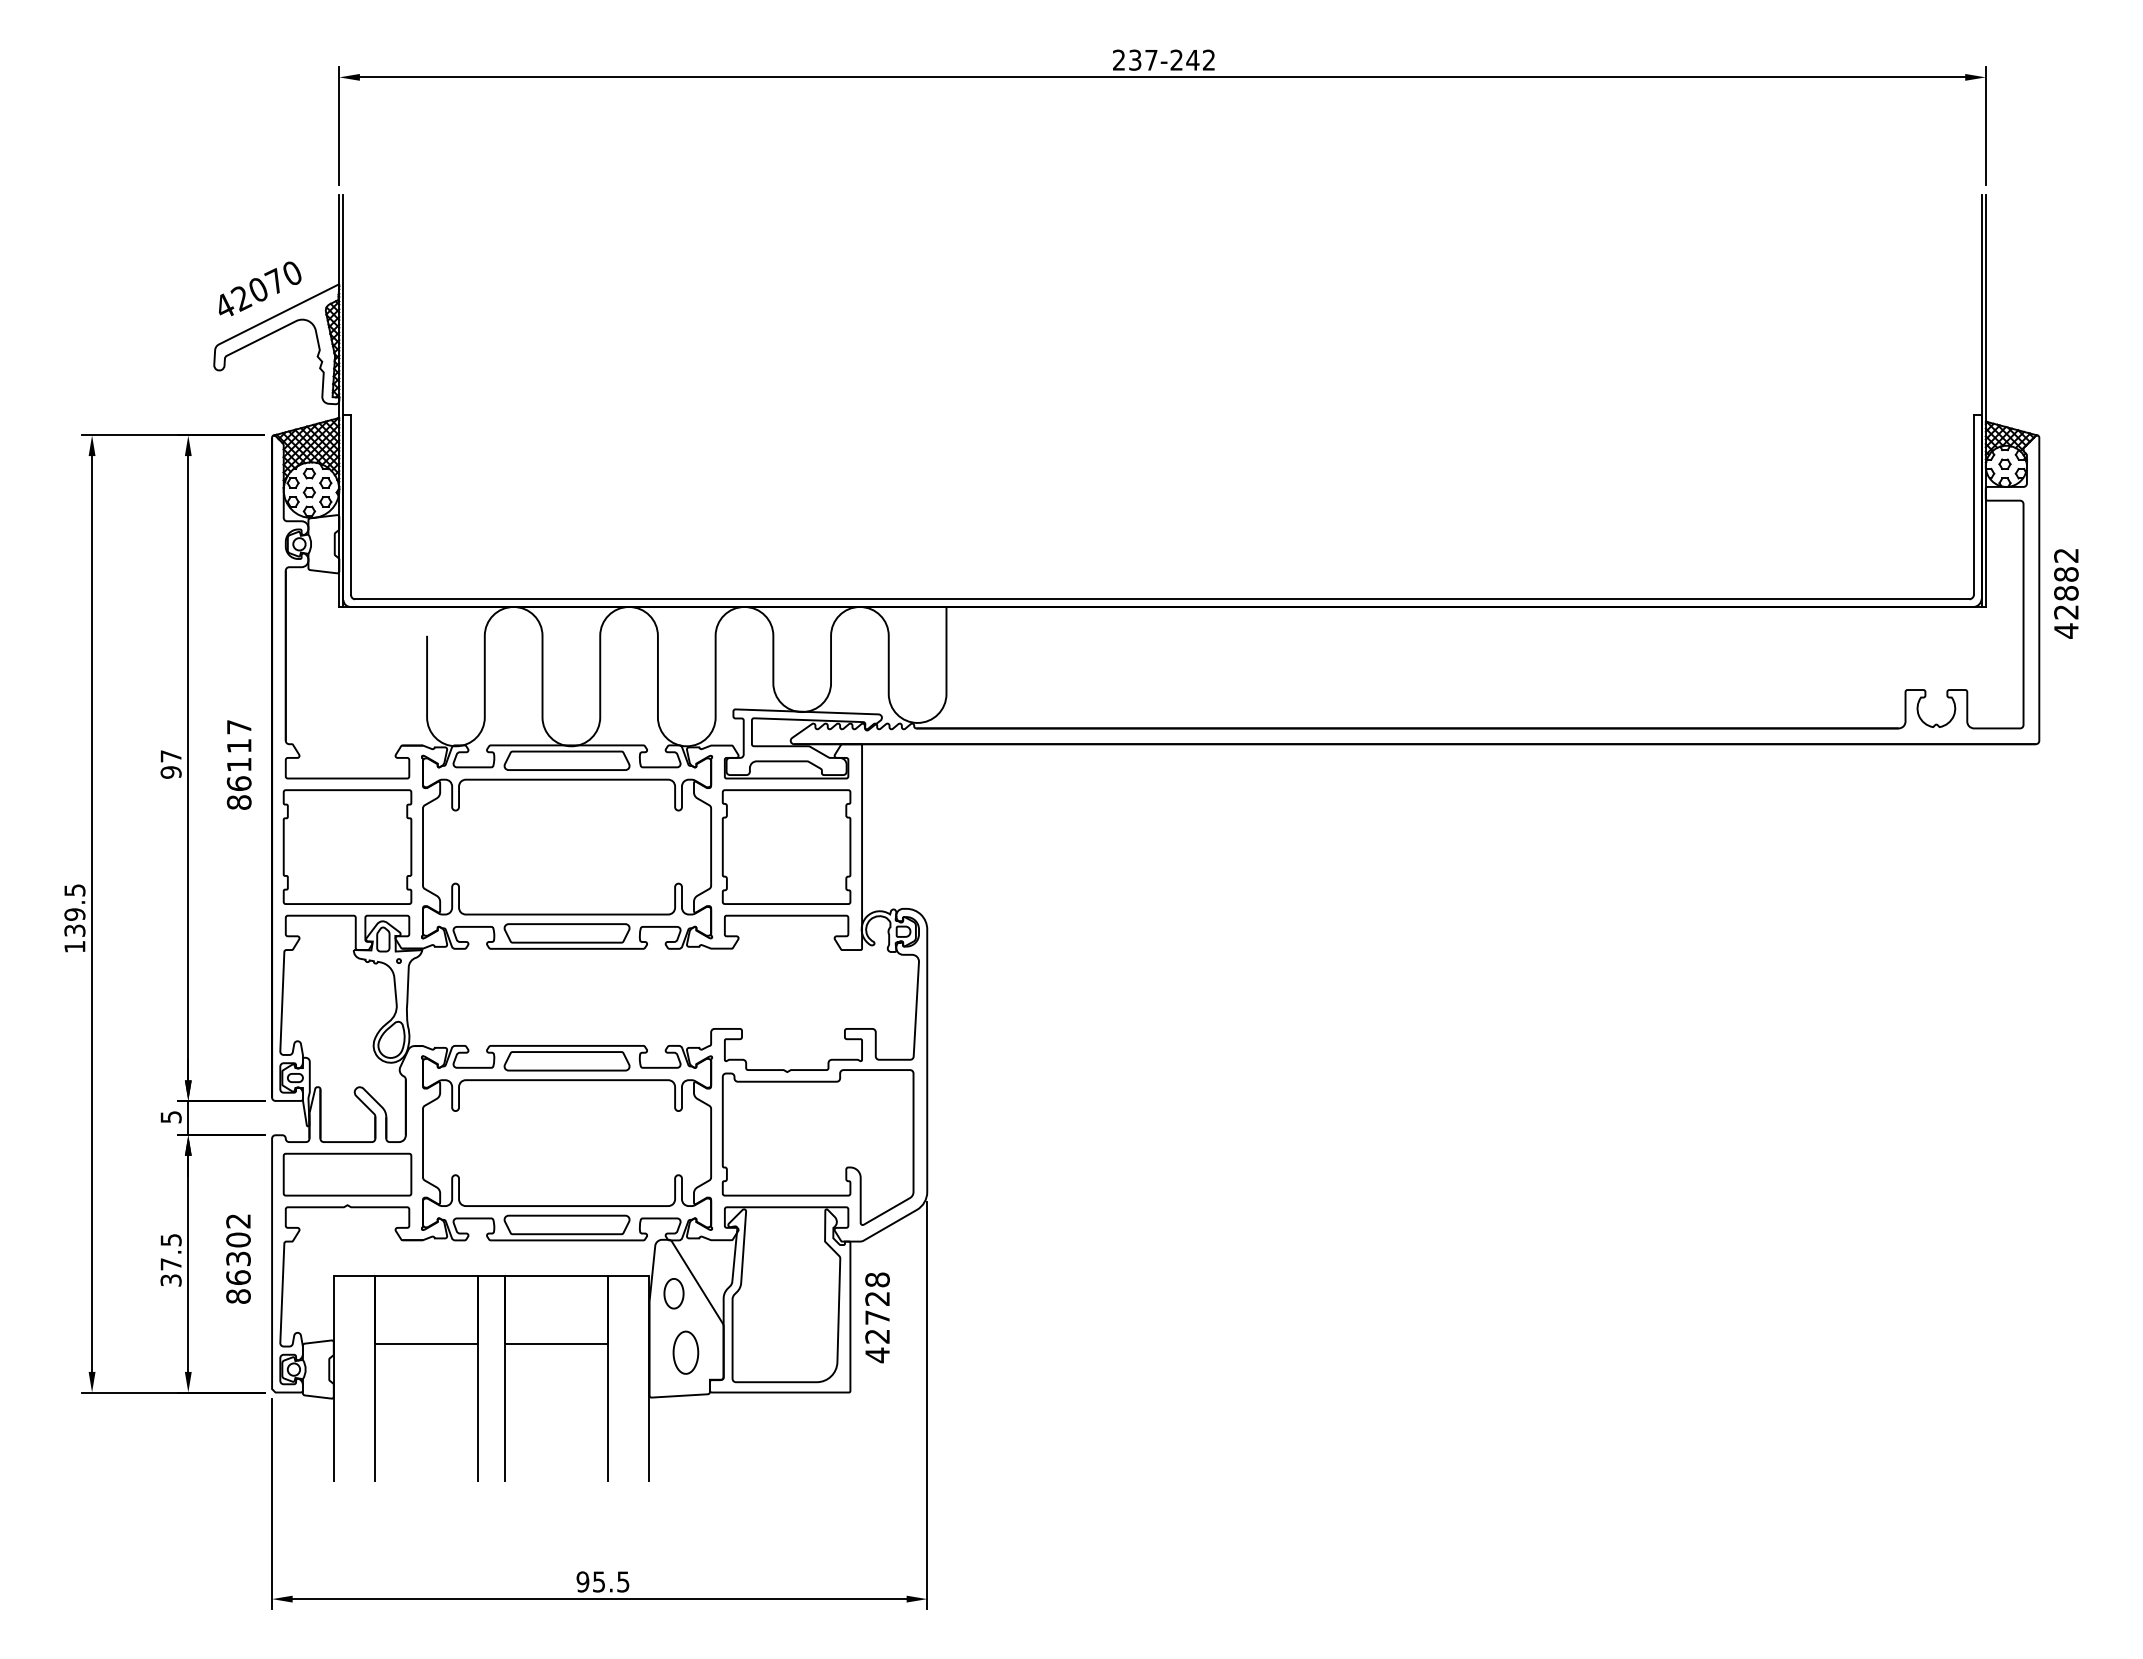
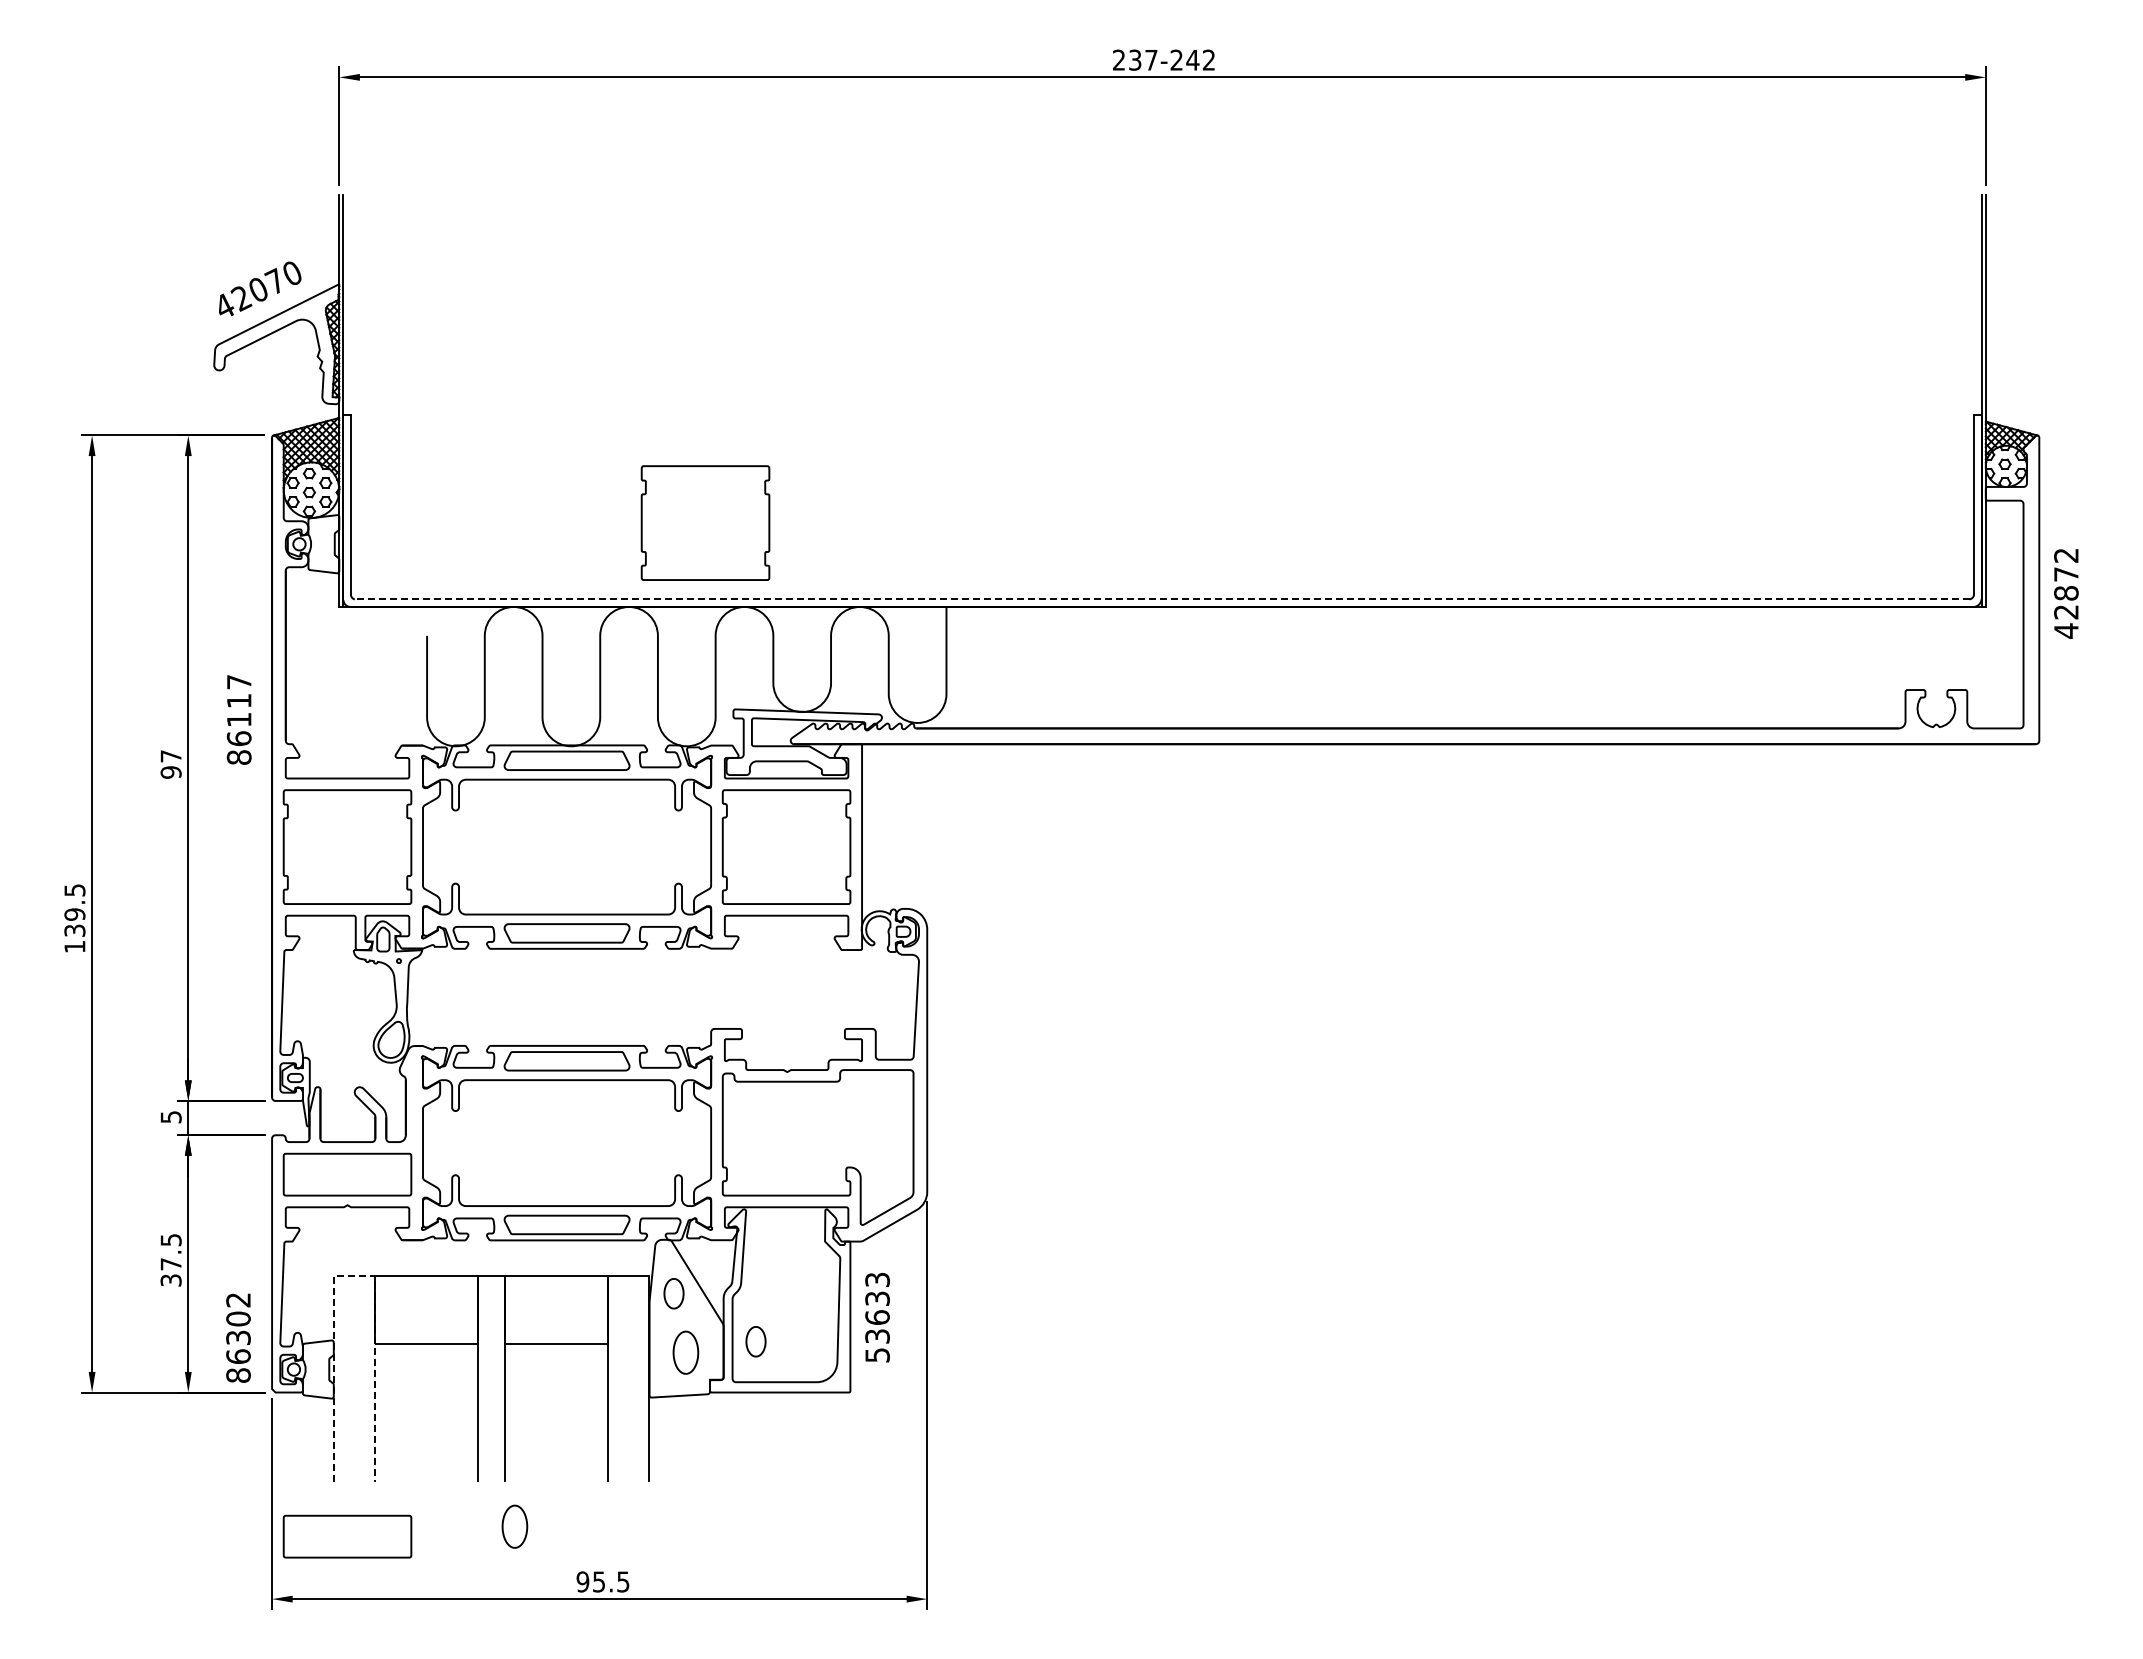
part at (705, 522): none -> present
text at (2066, 574): 42882 -> 42872
line at (1161, 599): solid -> dashed
text at (238, 764) position: (238, 764) -> (238, 719)
text at (238, 1258) position: (238, 1258) -> (238, 1337)
line at (354, 1275): solid -> dashed
text at (877, 1317): 42728 -> 53633
part at (755, 1341): none -> present
part at (514, 1526): none -> present
part at (347, 1536): none -> present
